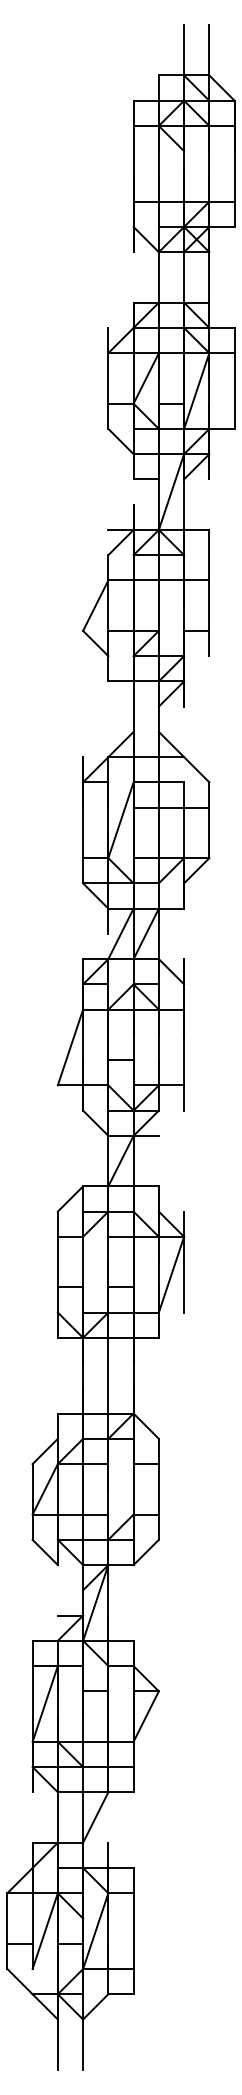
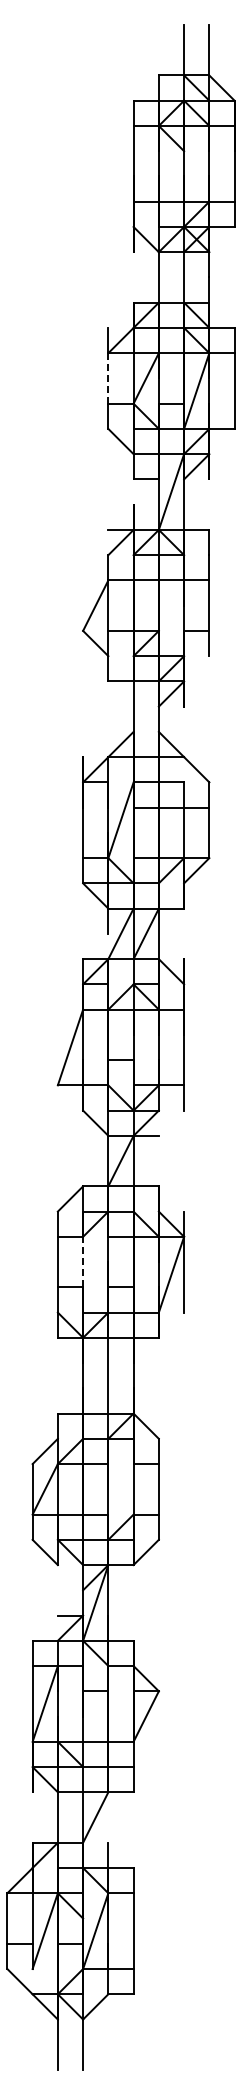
line at (108, 378): solid -> dashed
line at (83, 1261): solid -> dashed
